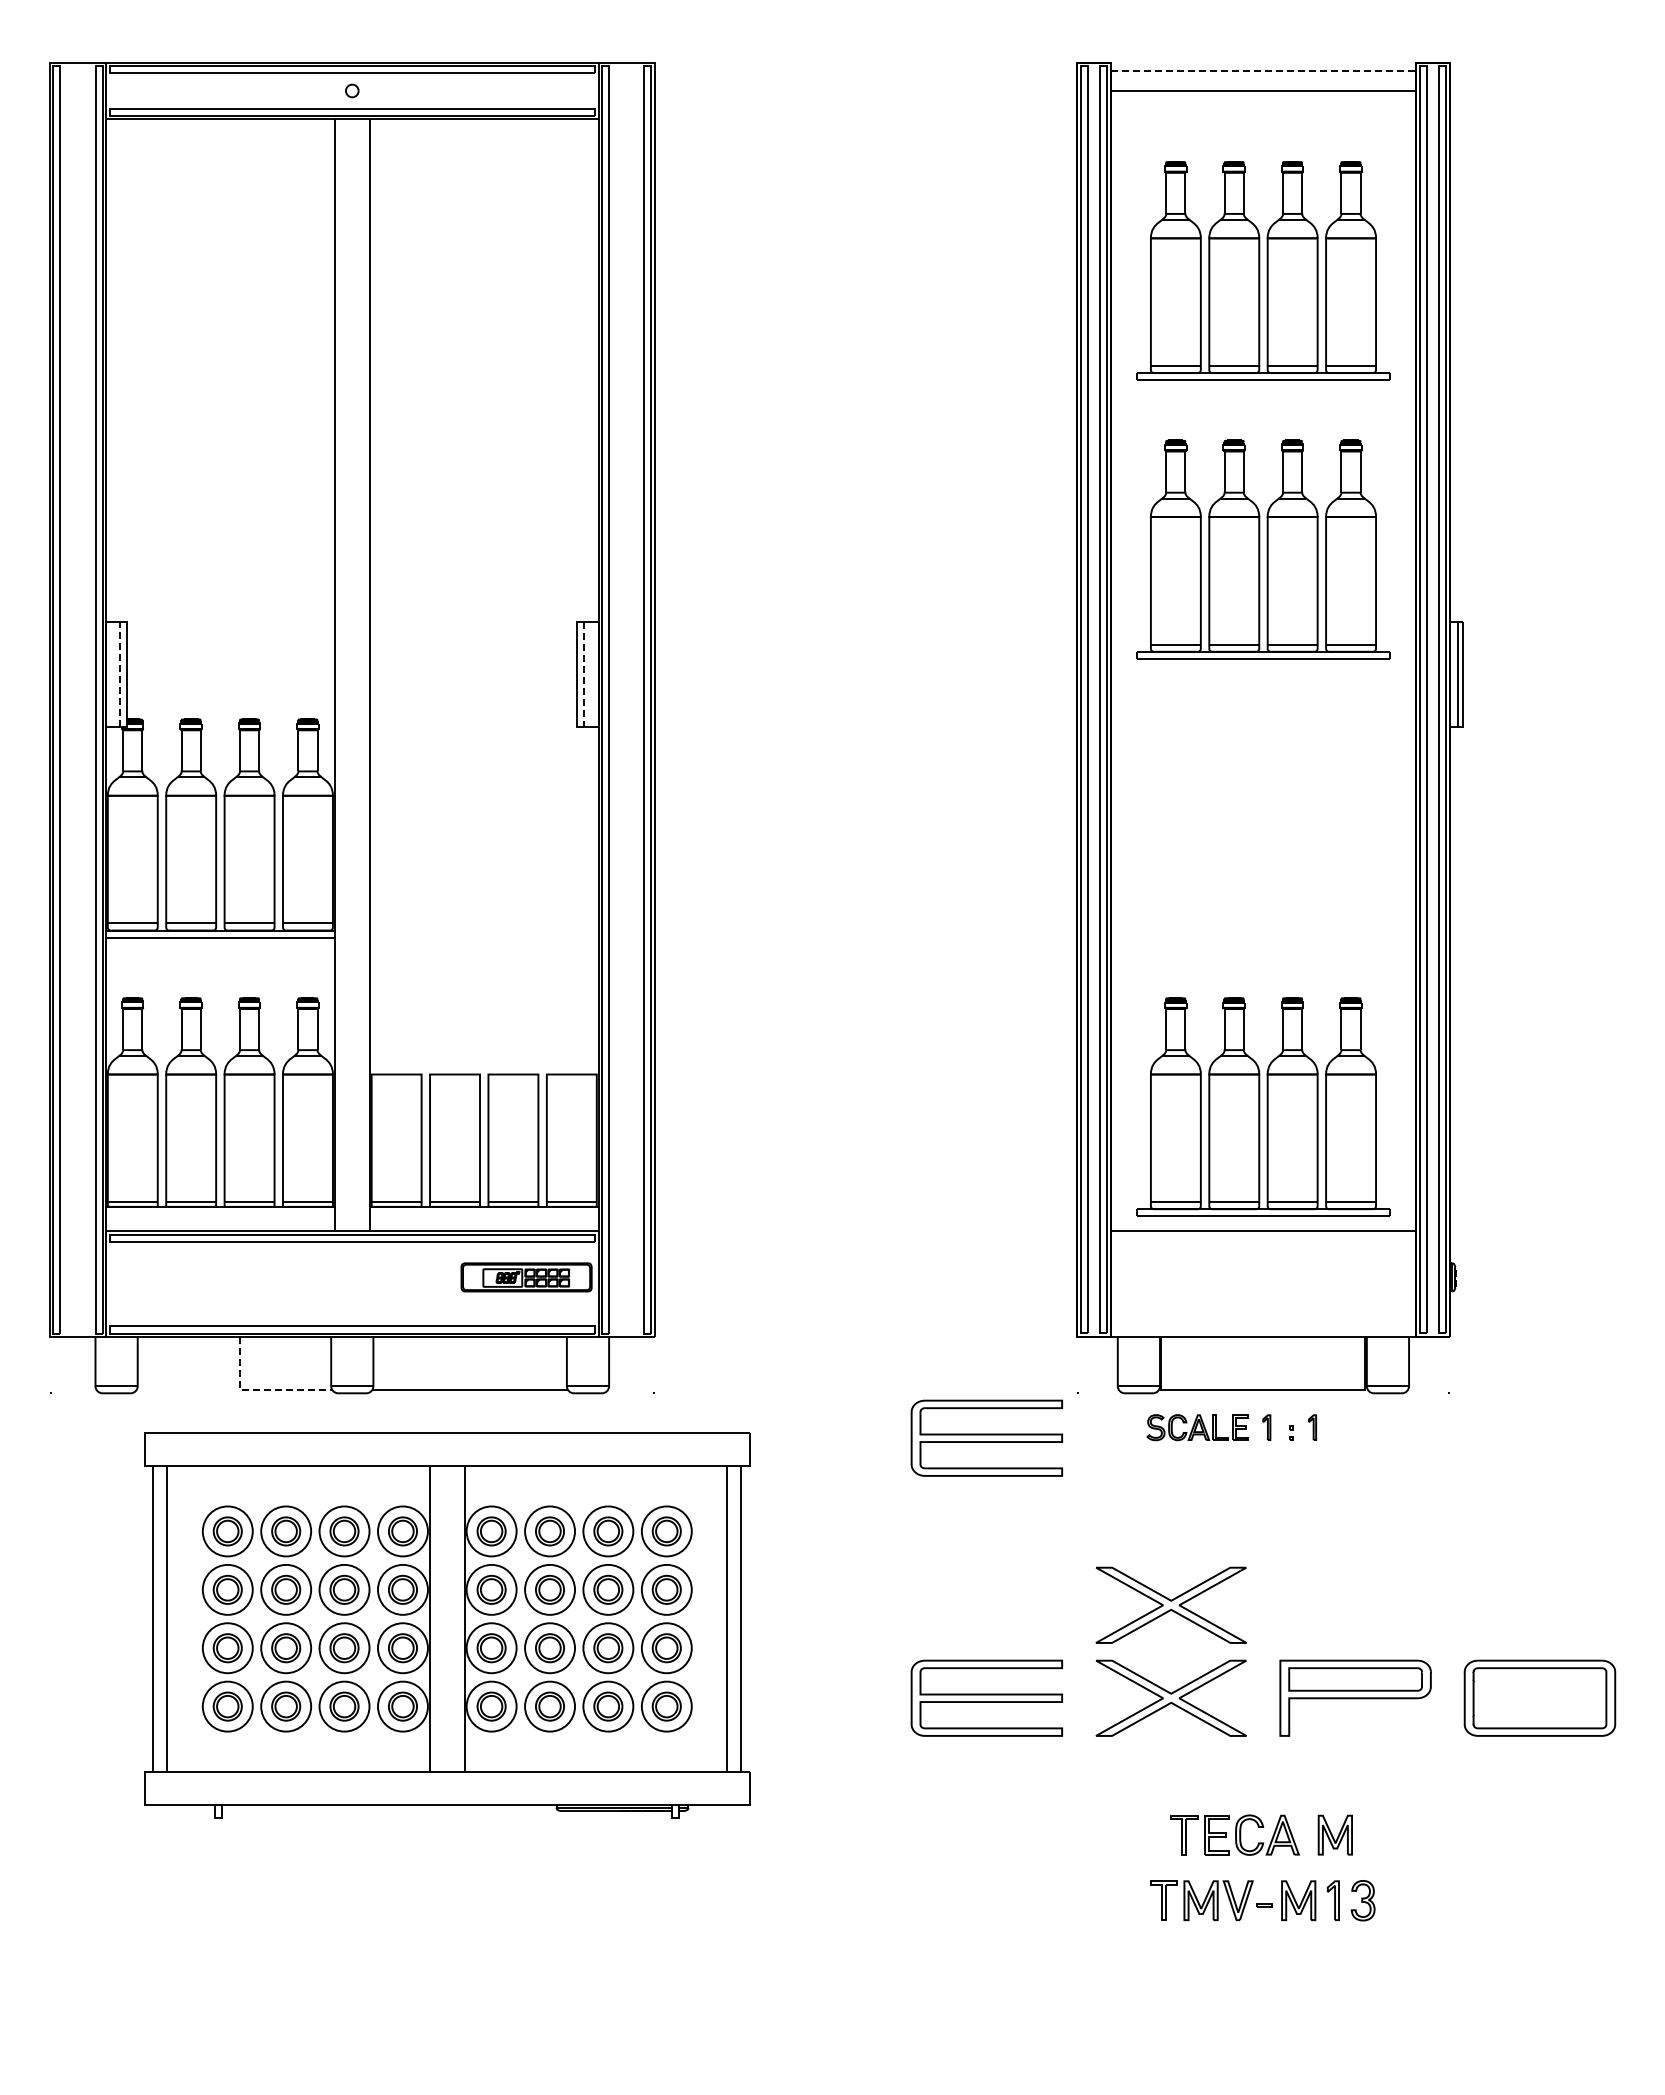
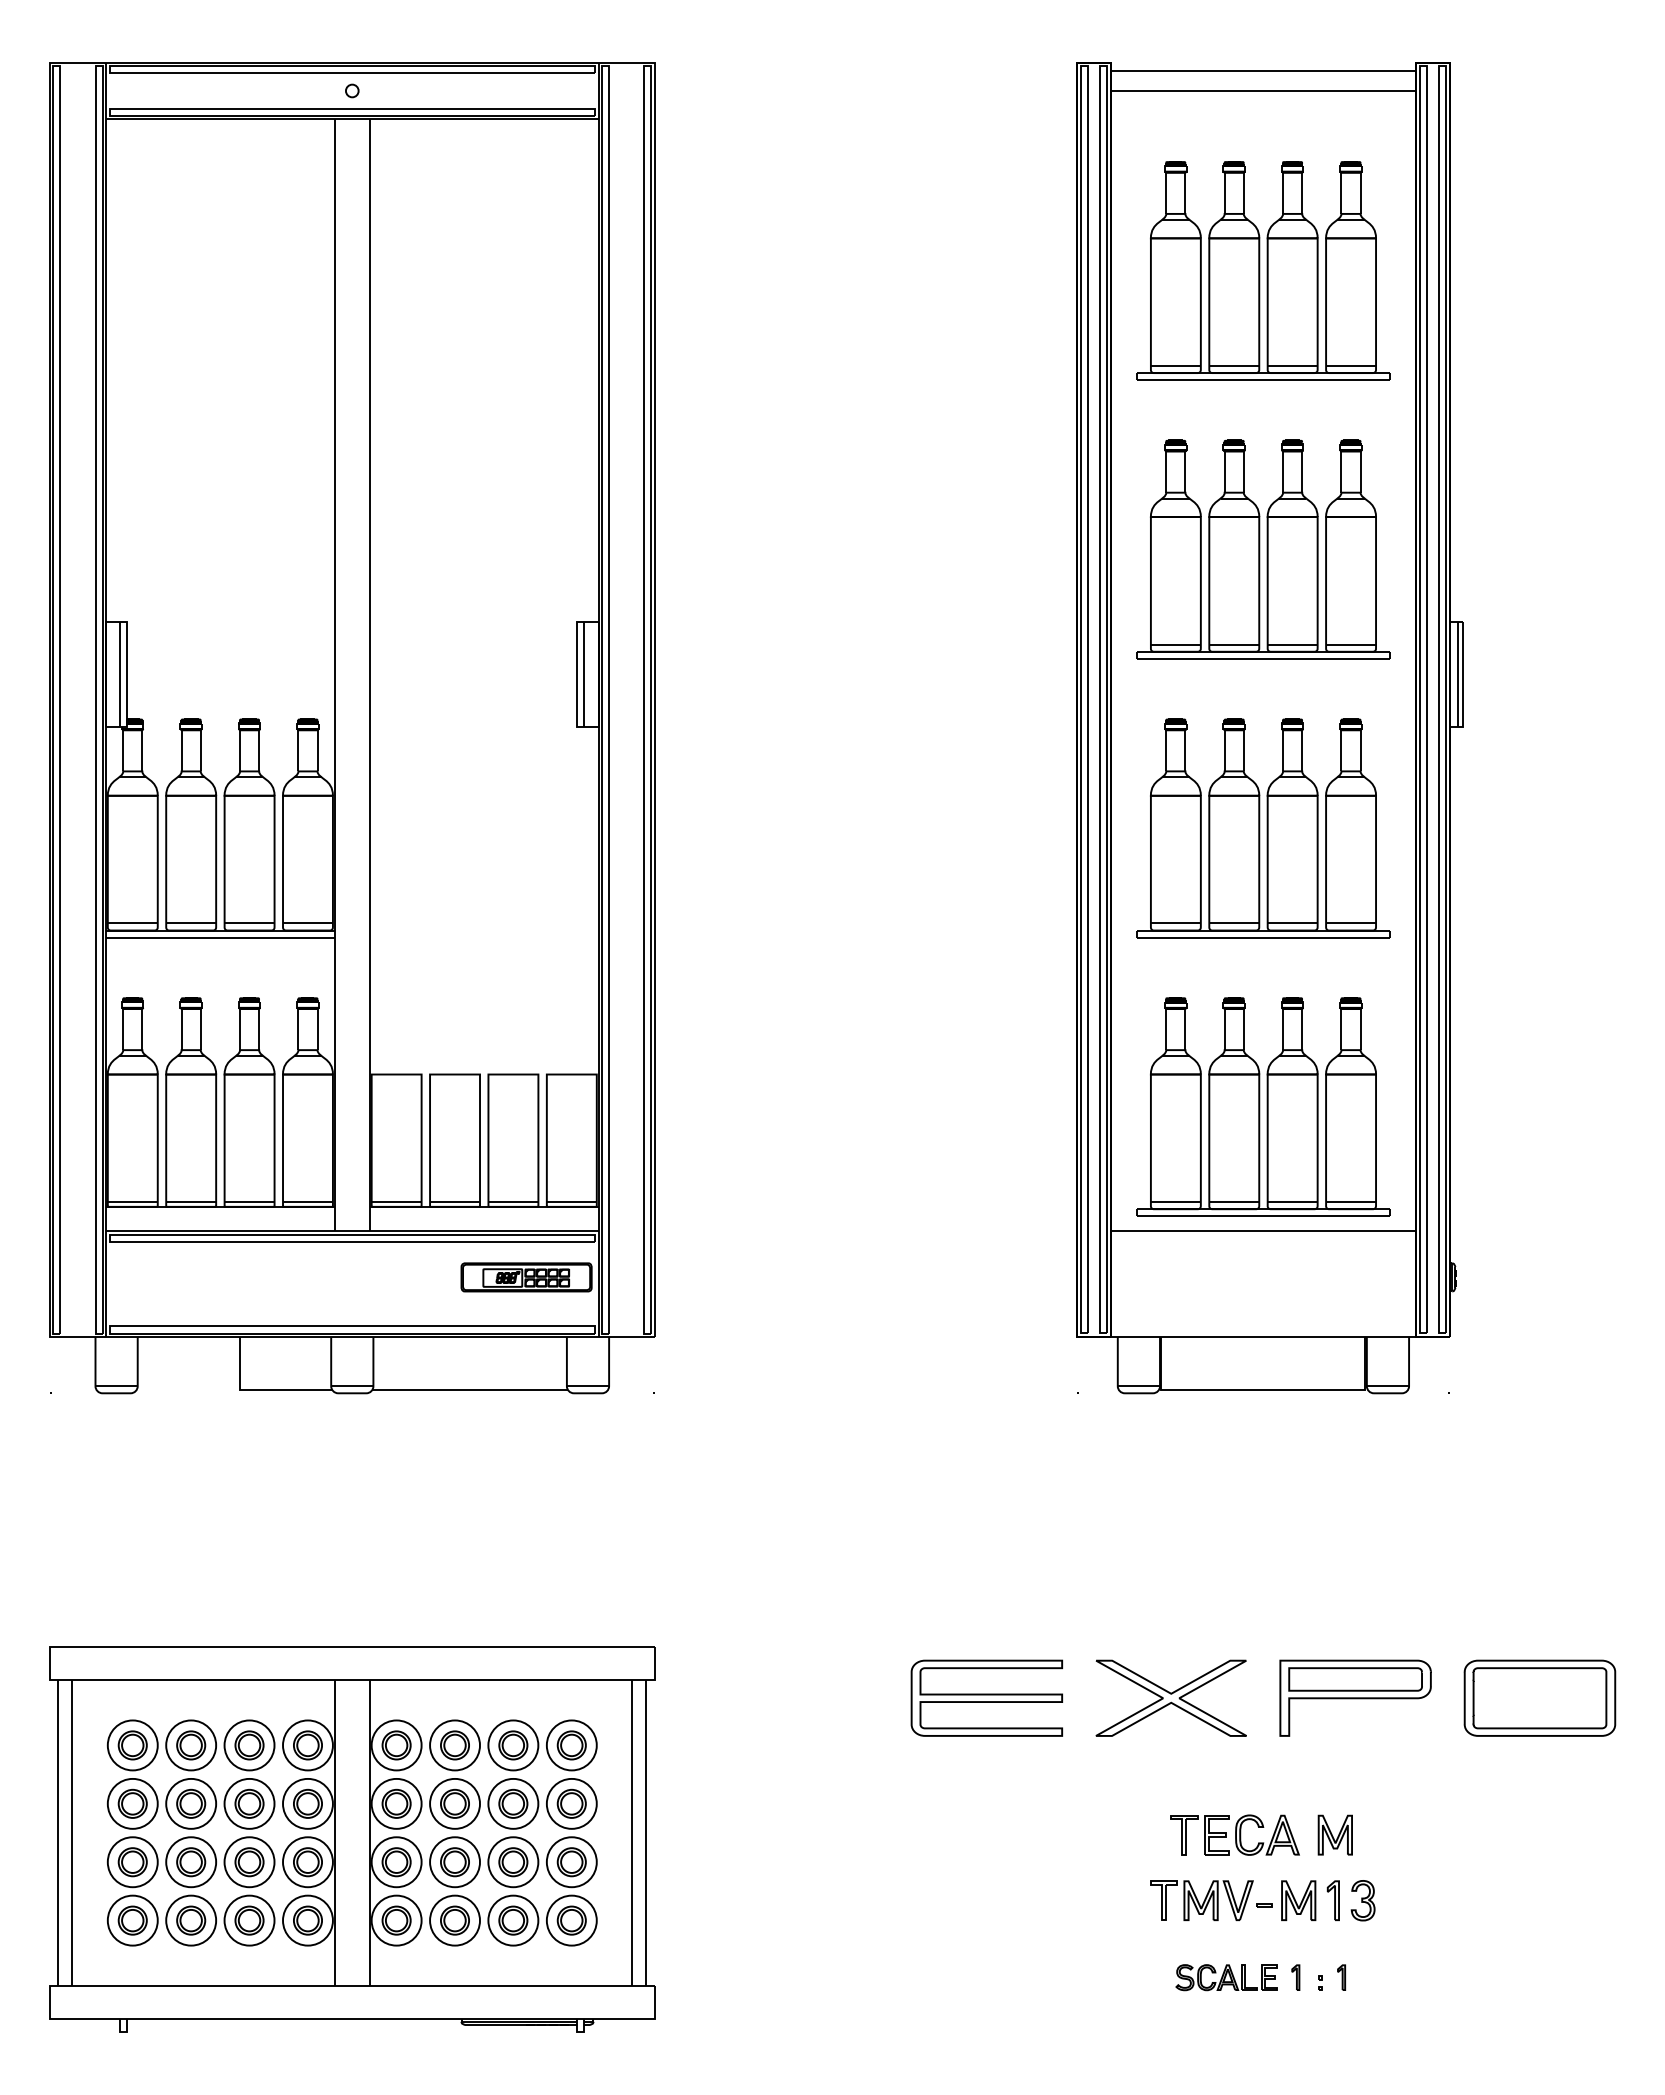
line at (1263, 71): dashed -> solid
line at (120, 674): dashed -> solid
line at (584, 674): dashed -> solid
part at (1263, 828): none -> present
line at (259, 1389): dashed -> solid
part at (1231, 1427) position: (1231, 1427) -> (1260, 1977)
part at (986, 1437): present -> none
part at (1170, 1604): present -> none
part at (447, 1625) position: (447, 1625) -> (352, 1839)
